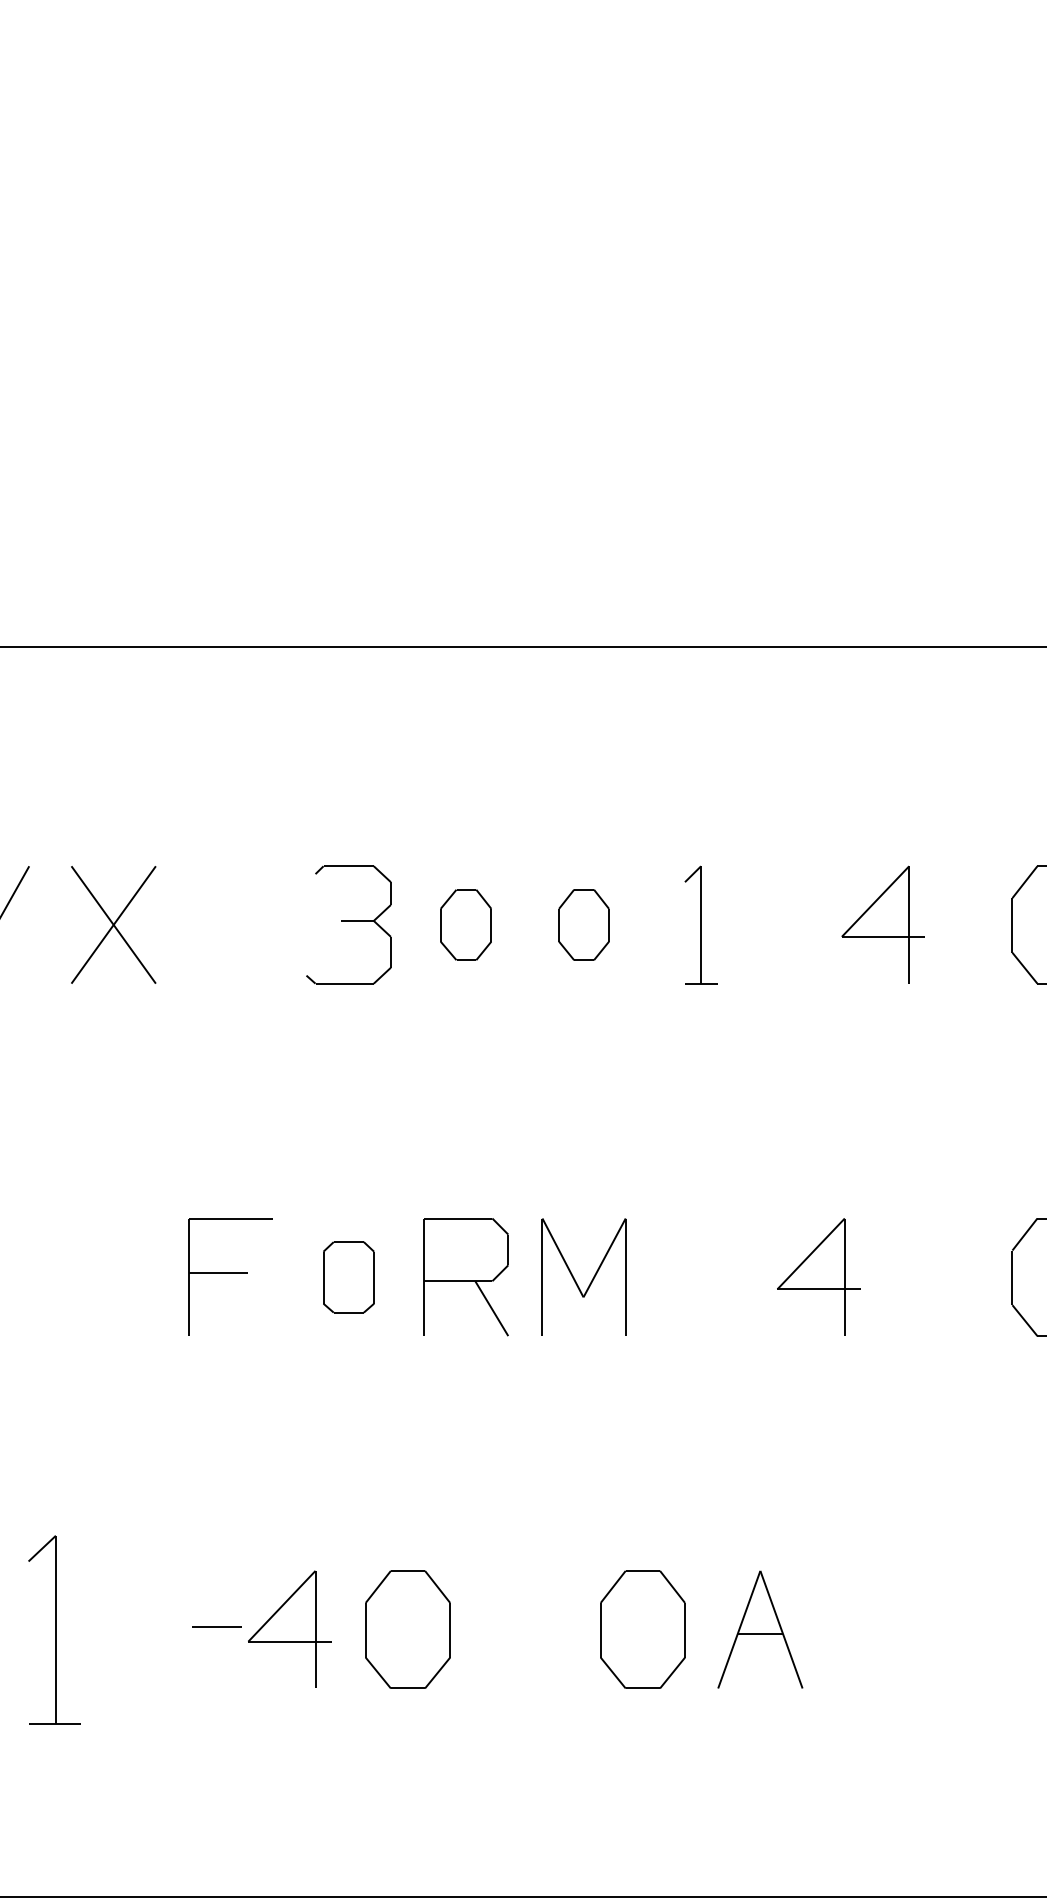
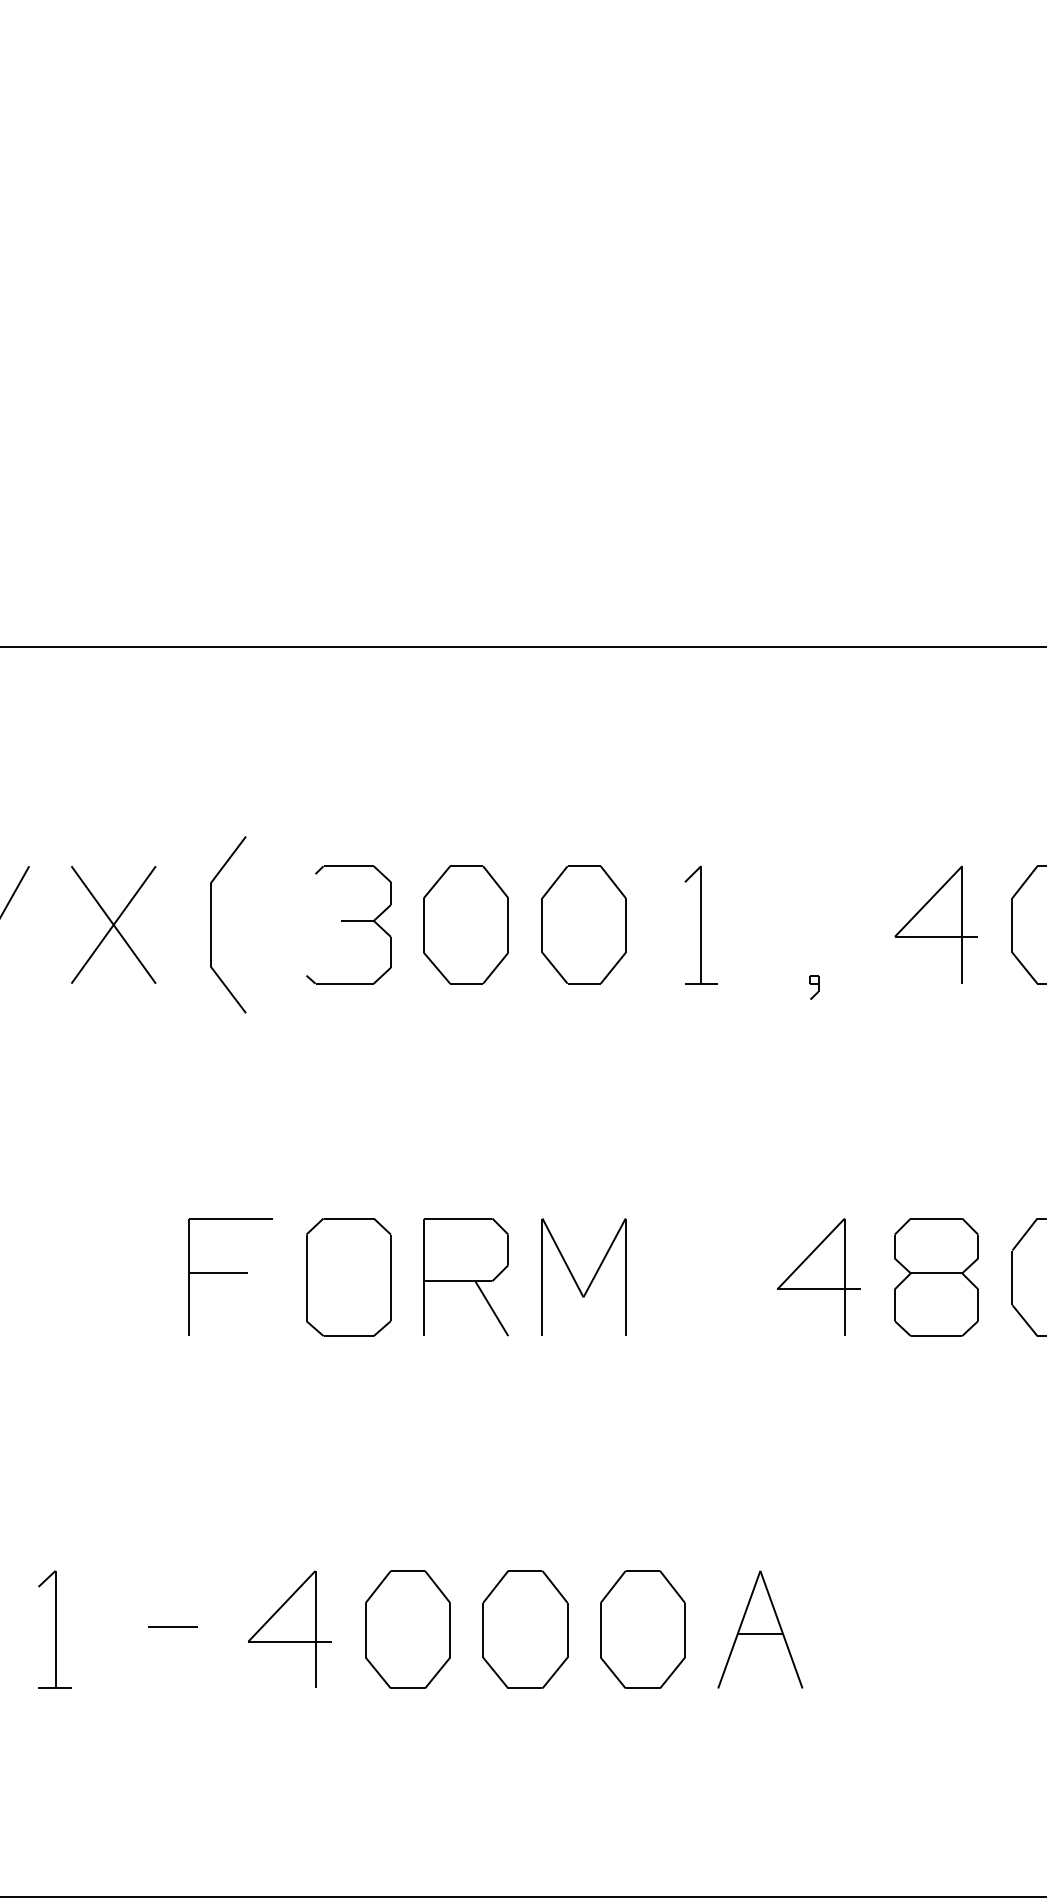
part at (211, 924): none -> present
part at (465, 924) size: 52x72 px -> 86x120 px
part at (583, 924) size: 52x72 px -> 86x120 px
part at (882, 924) position: (882, 924) -> (935, 924)
part at (814, 987): none -> present
part at (348, 1277) size: 52x73 px -> 86x119 px
part at (936, 1277): none -> present
line at (216, 1626) position: (216, 1626) -> (172, 1626)
part at (54, 1629) size: 53x190 px -> 34x119 px
part at (525, 1629): none -> present
